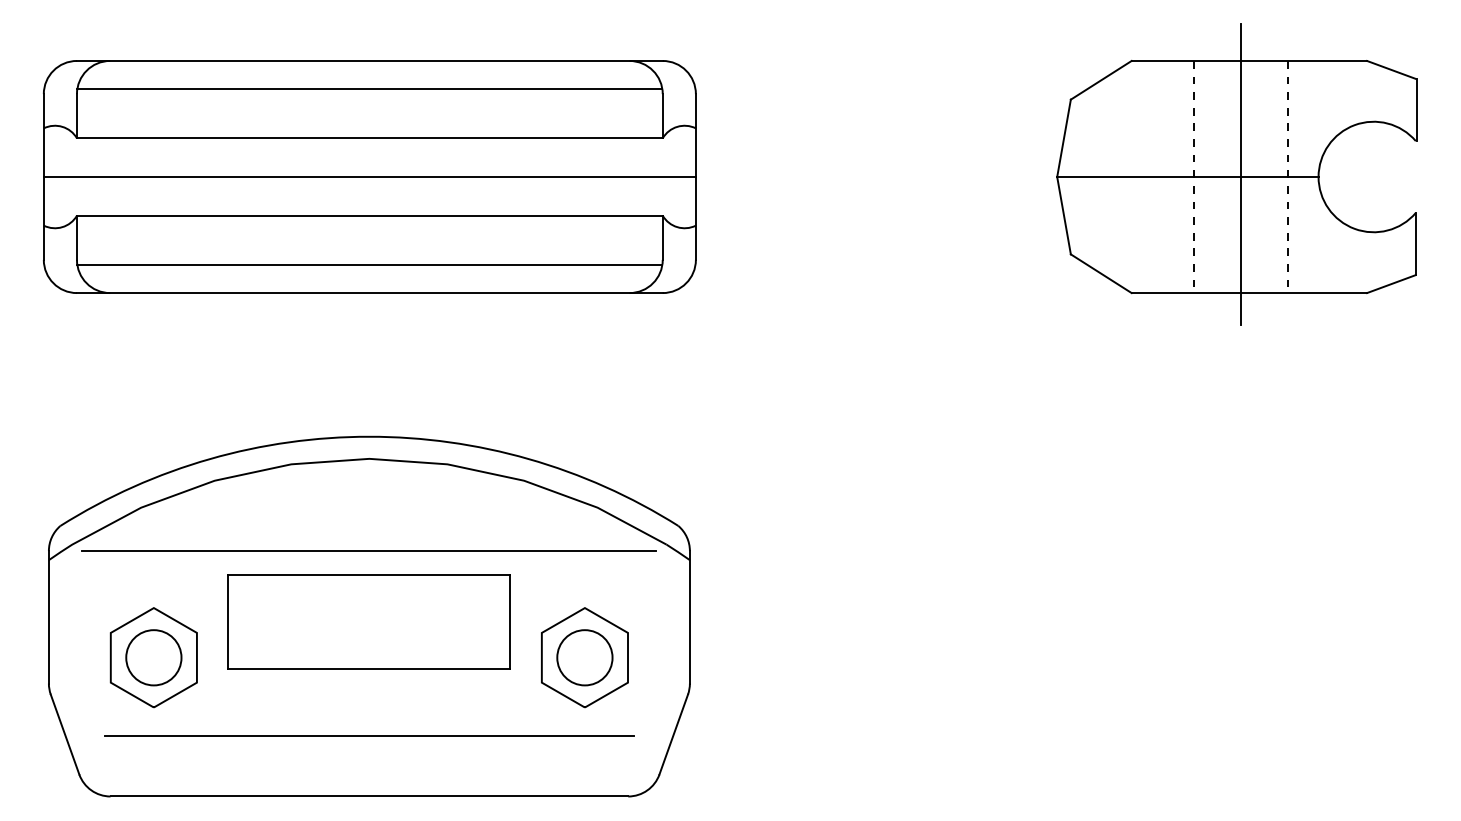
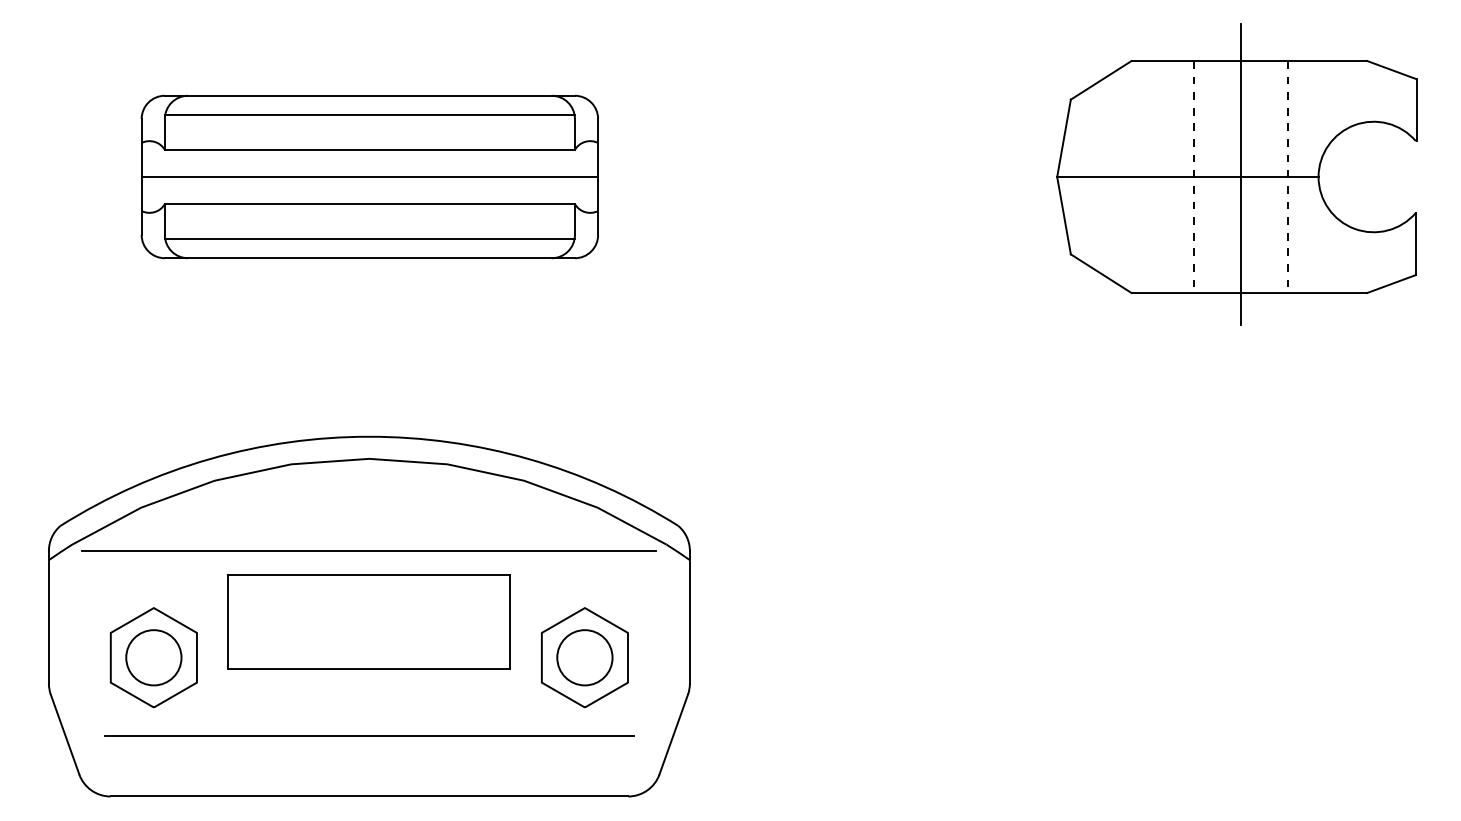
part at (369, 176) size: 654x234 px -> 459x166 px
